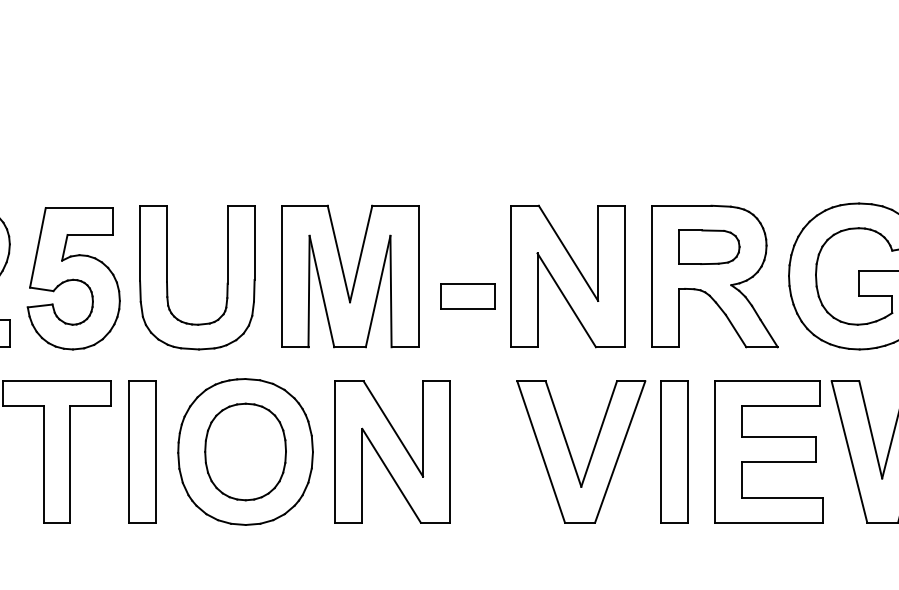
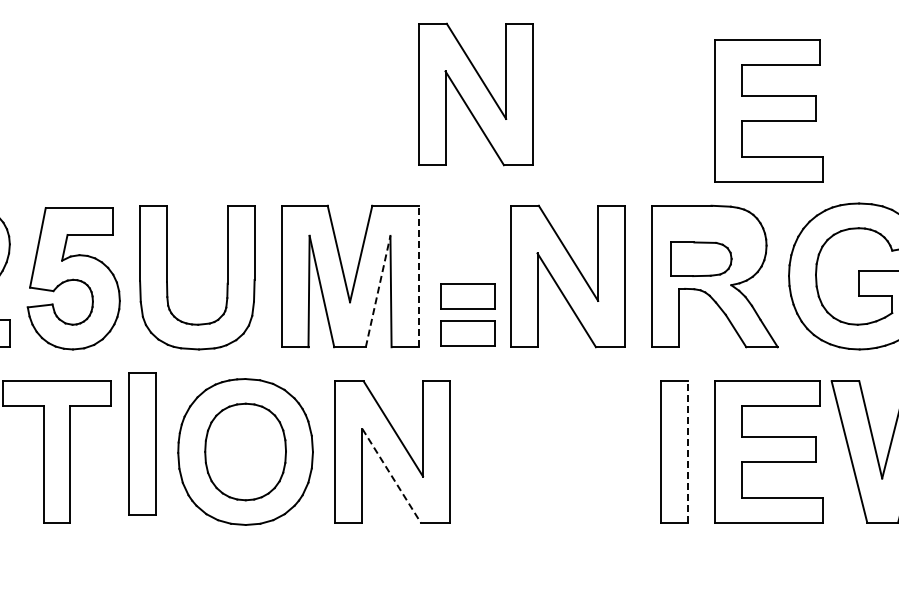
part at (475, 94): none -> present
part at (768, 110): none -> present
part at (709, 246) position: (709, 246) -> (701, 258)
line at (418, 276): solid -> dashed
line at (378, 291): solid -> dashed
part at (467, 333): none -> present
part at (142, 451) position: (142, 451) -> (142, 443)
line at (687, 452): solid -> dashed
part at (591, 453): present -> none
line at (391, 476): solid -> dashed
